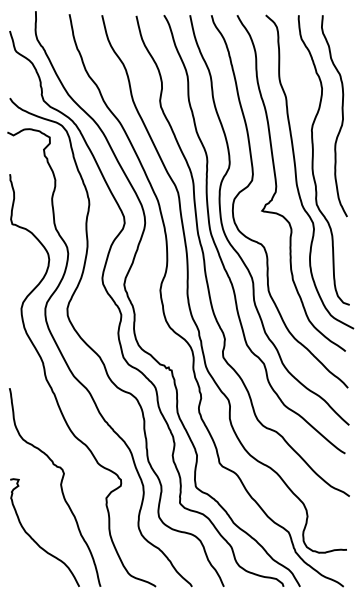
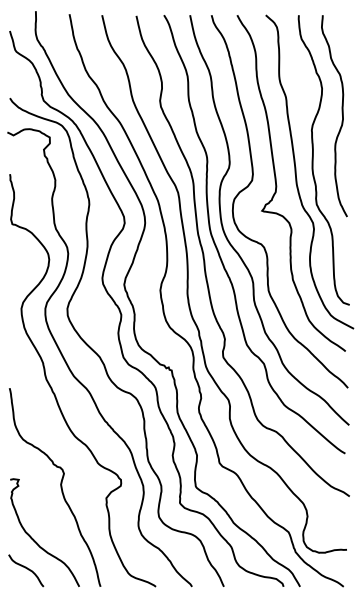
curve at (26, 569): none -> present
